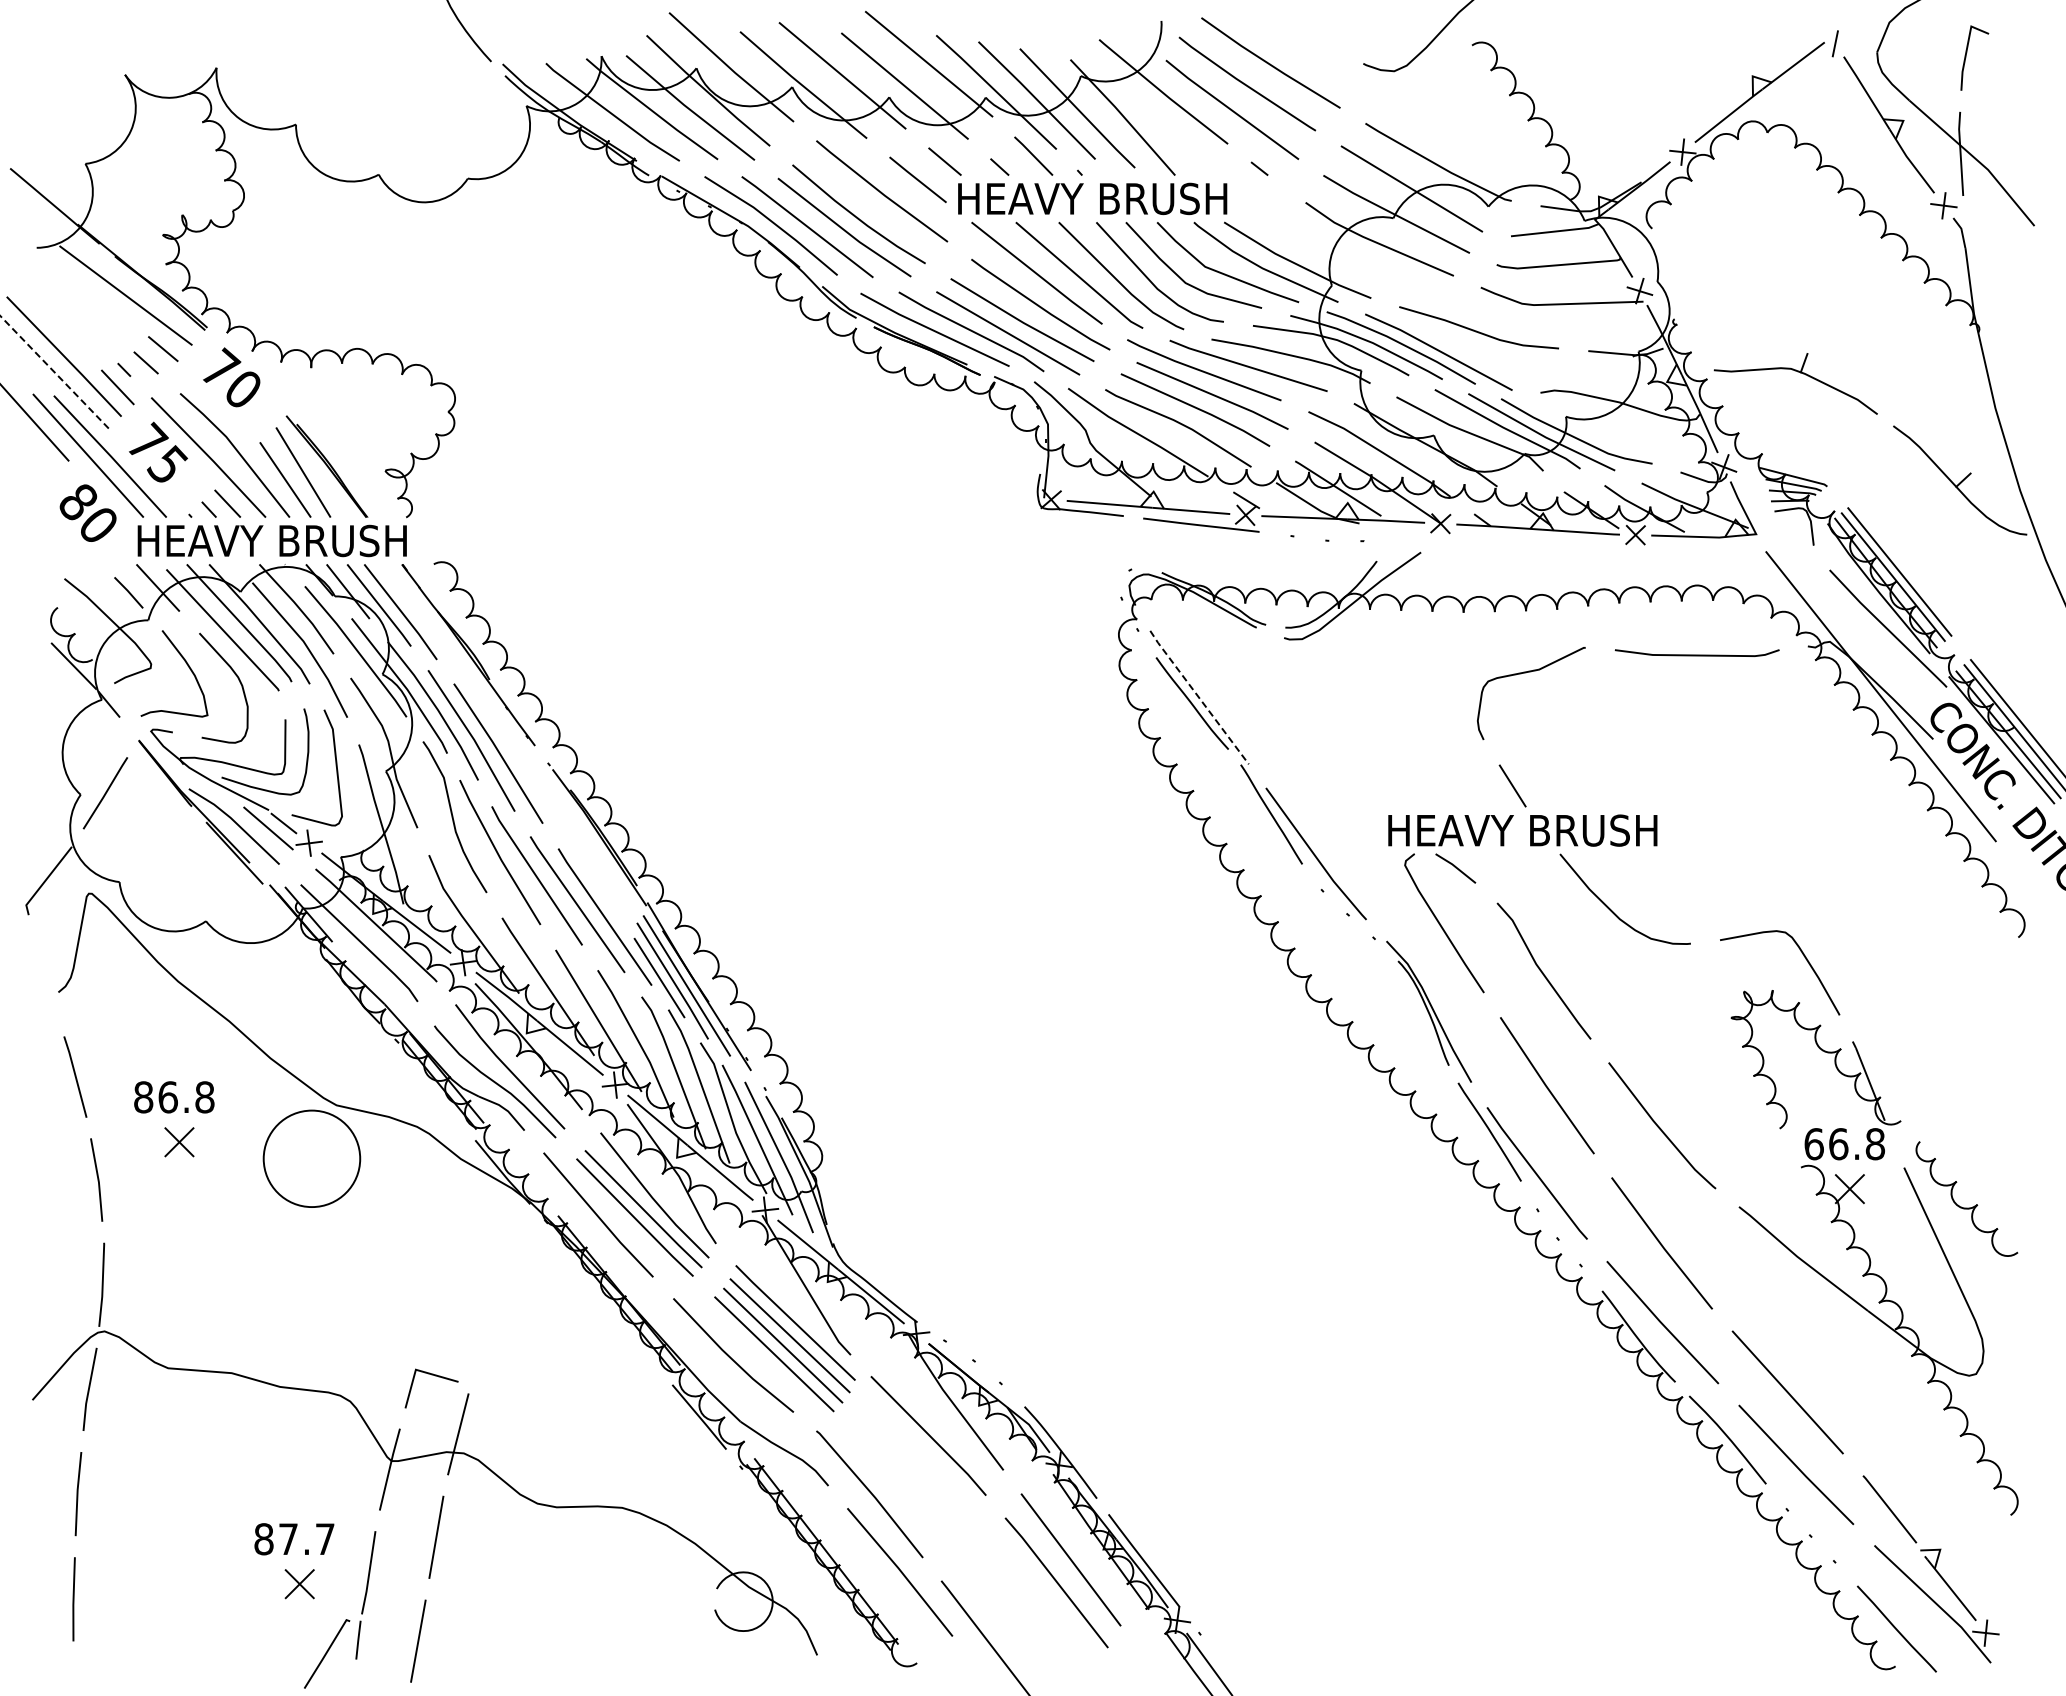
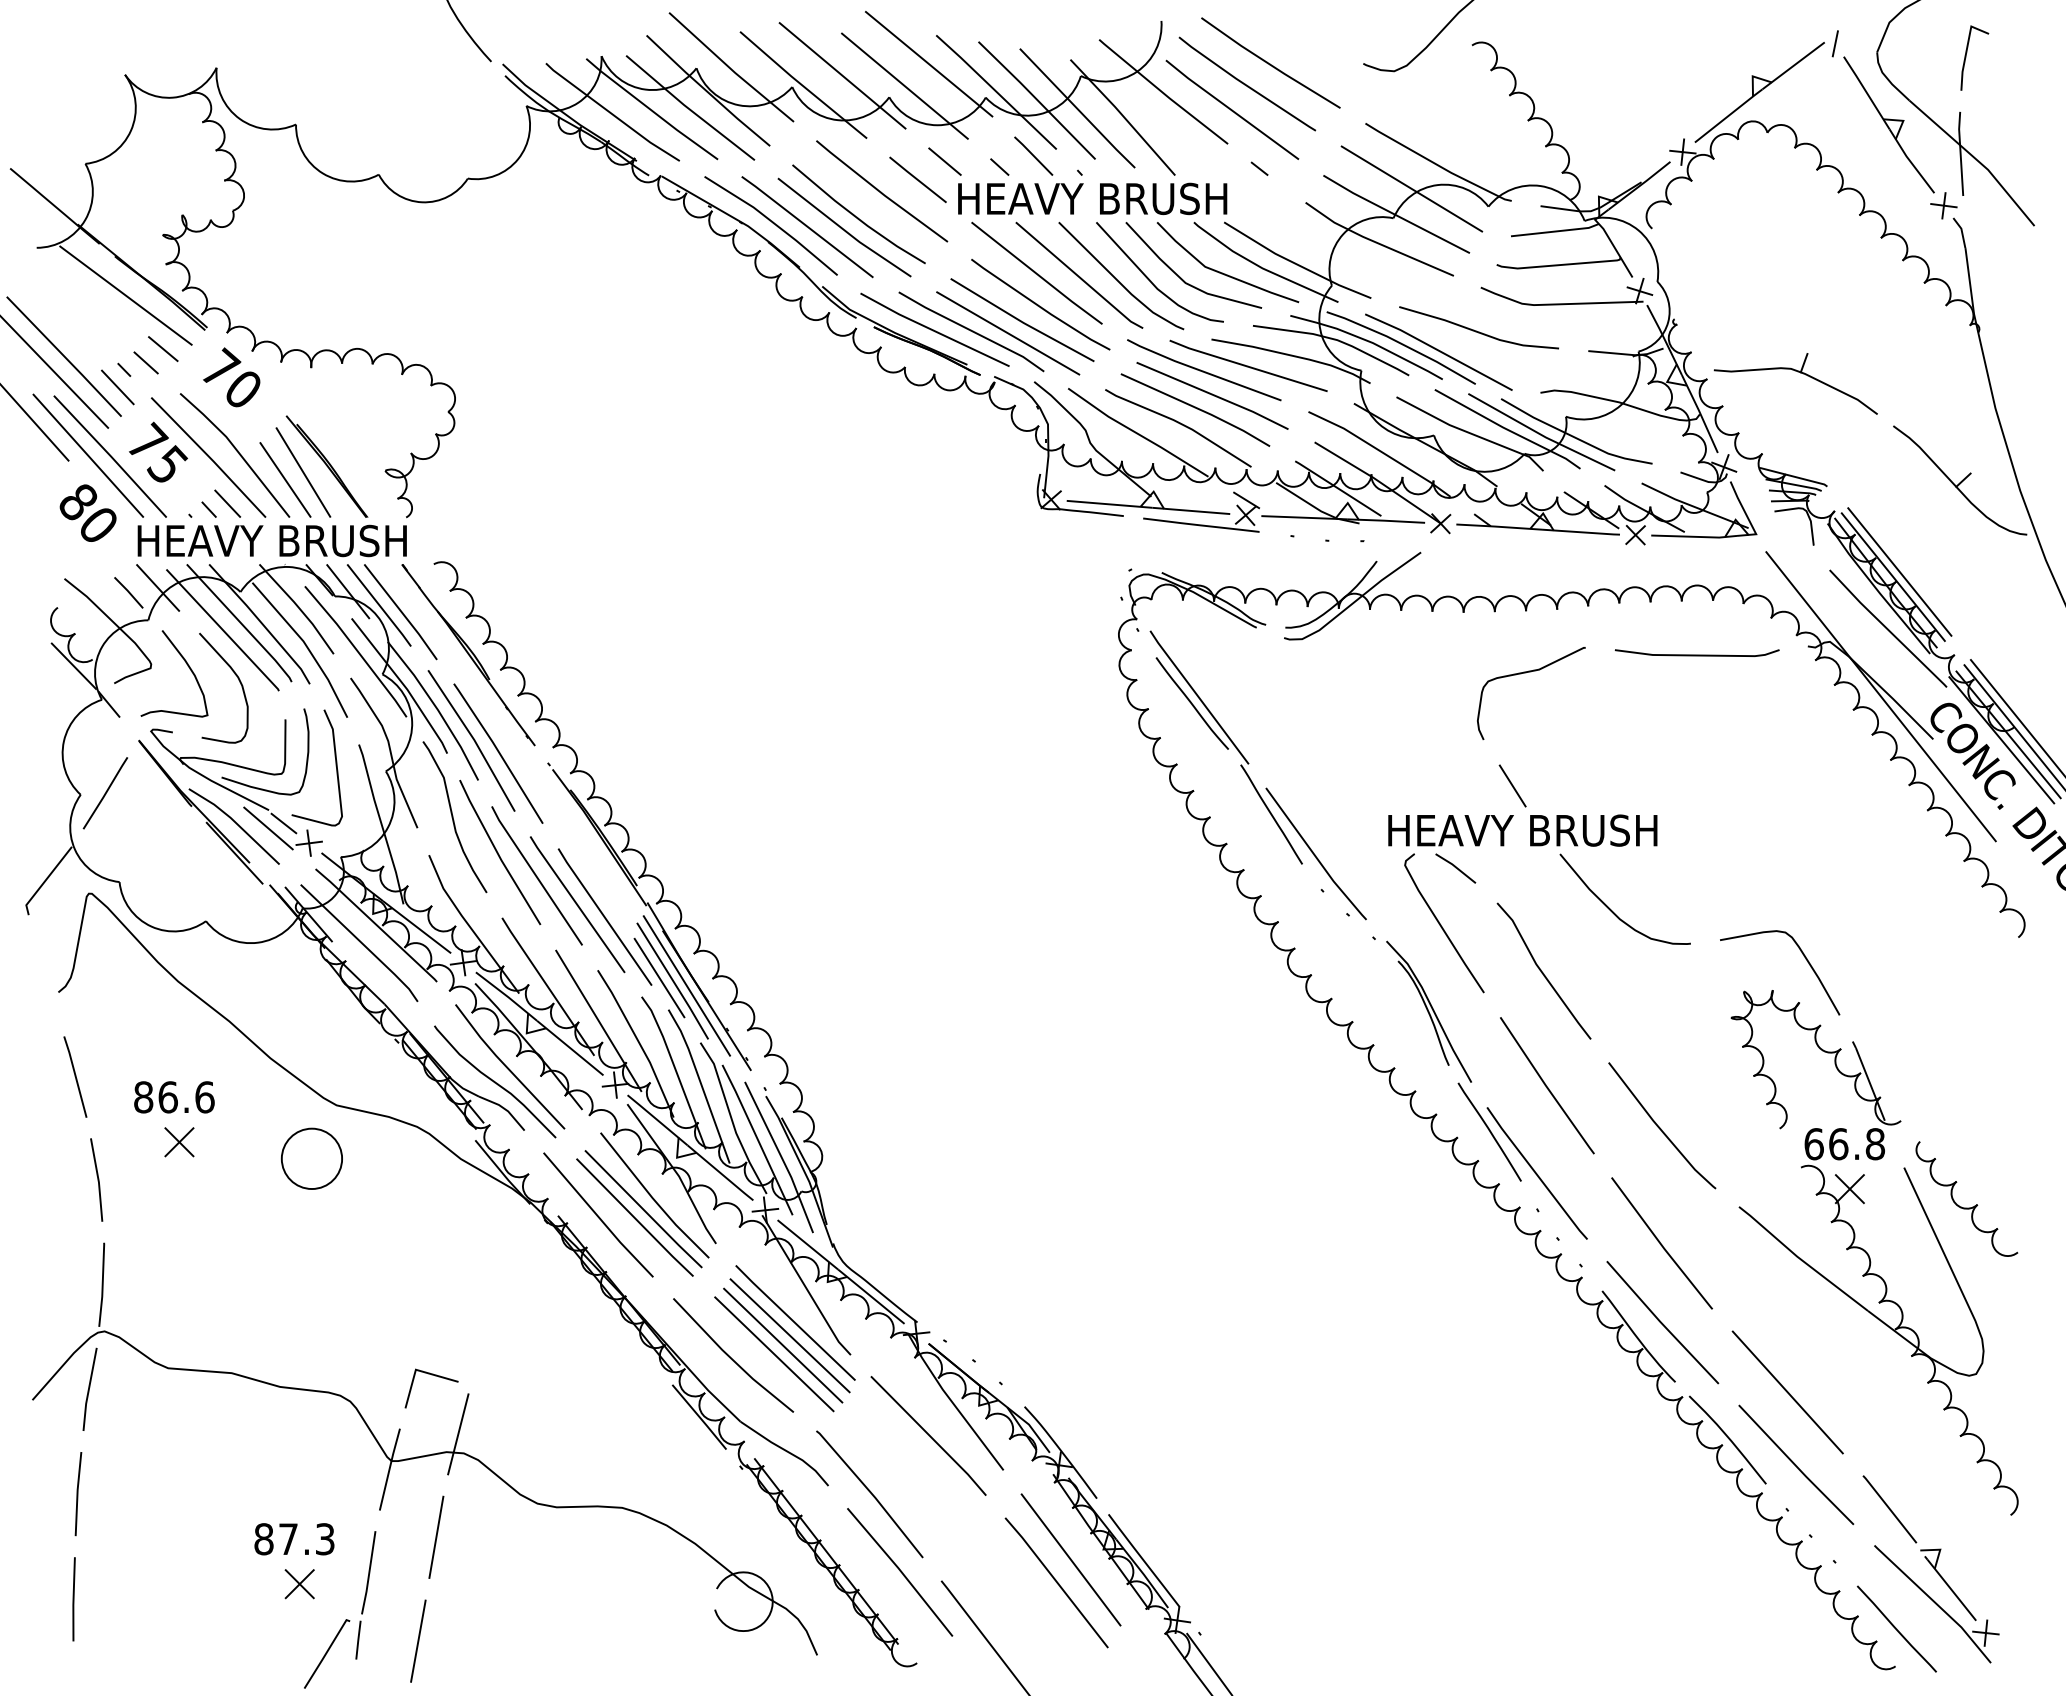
line at (54, 372): dashed -> solid
line at (1198, 697): dashed -> solid
text at (204, 1097): 86.8 -> 86.6
circle at (311, 1158) diameter: 96 px -> 60 px
text at (325, 1539): 87.7 -> 87.3
